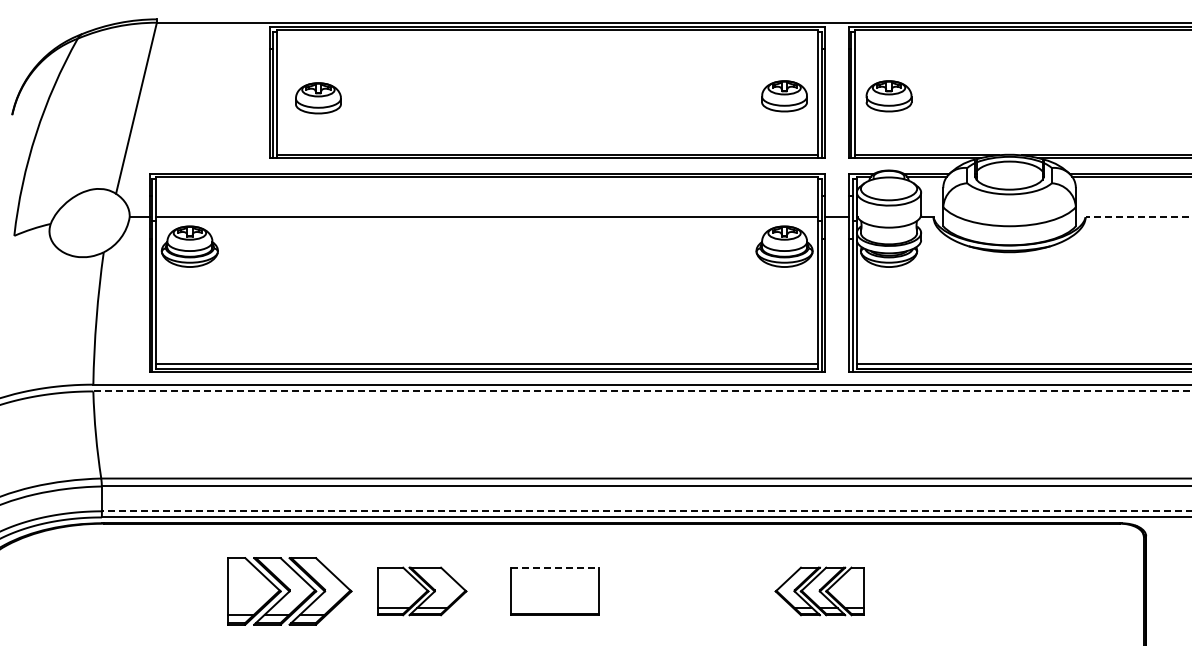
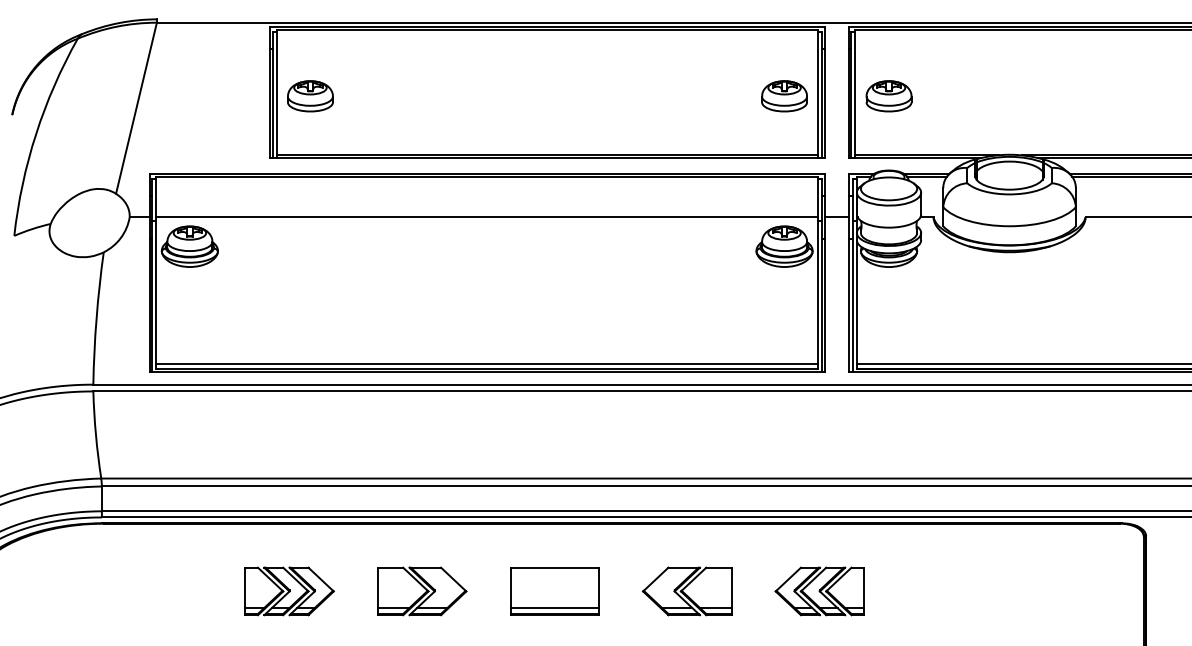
part at (318, 98) position: (318, 98) -> (310, 96)
line at (1138, 217): dashed -> solid
line at (642, 391): dashed -> solid
line at (646, 511): dashed -> solid
line at (555, 567): dashed -> solid
part at (289, 591) size: 126x69 px -> 91x51 px
part at (687, 591): none -> present
line at (554, 608): none -> present
